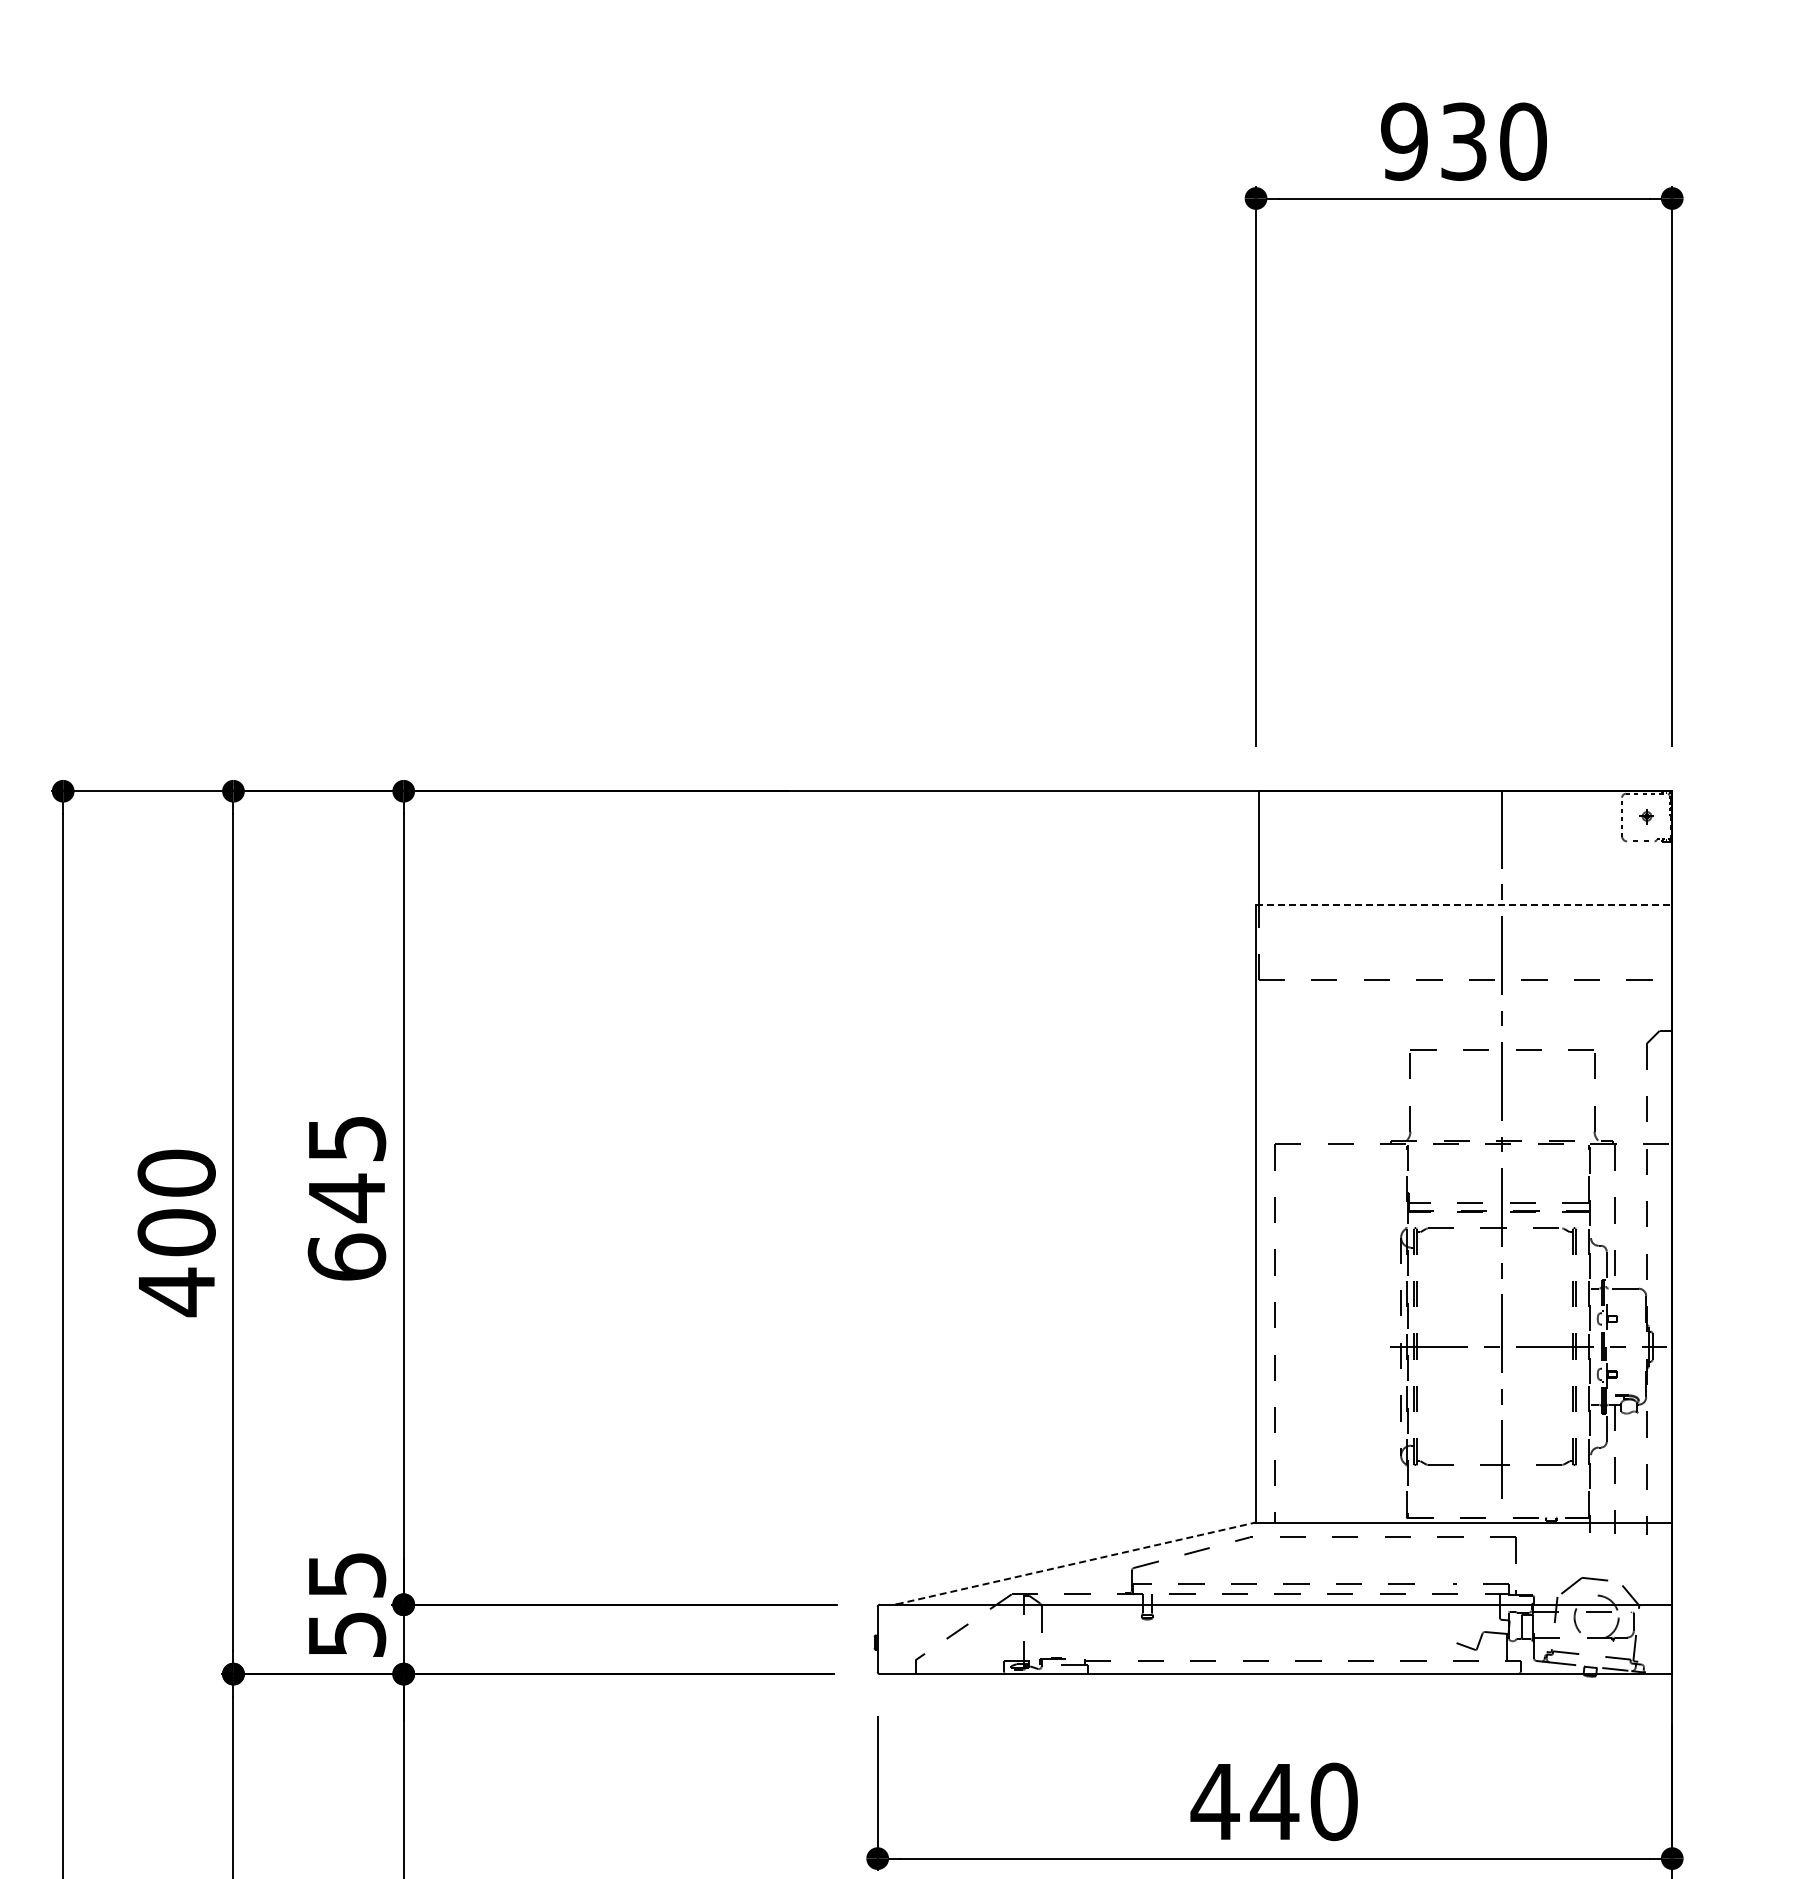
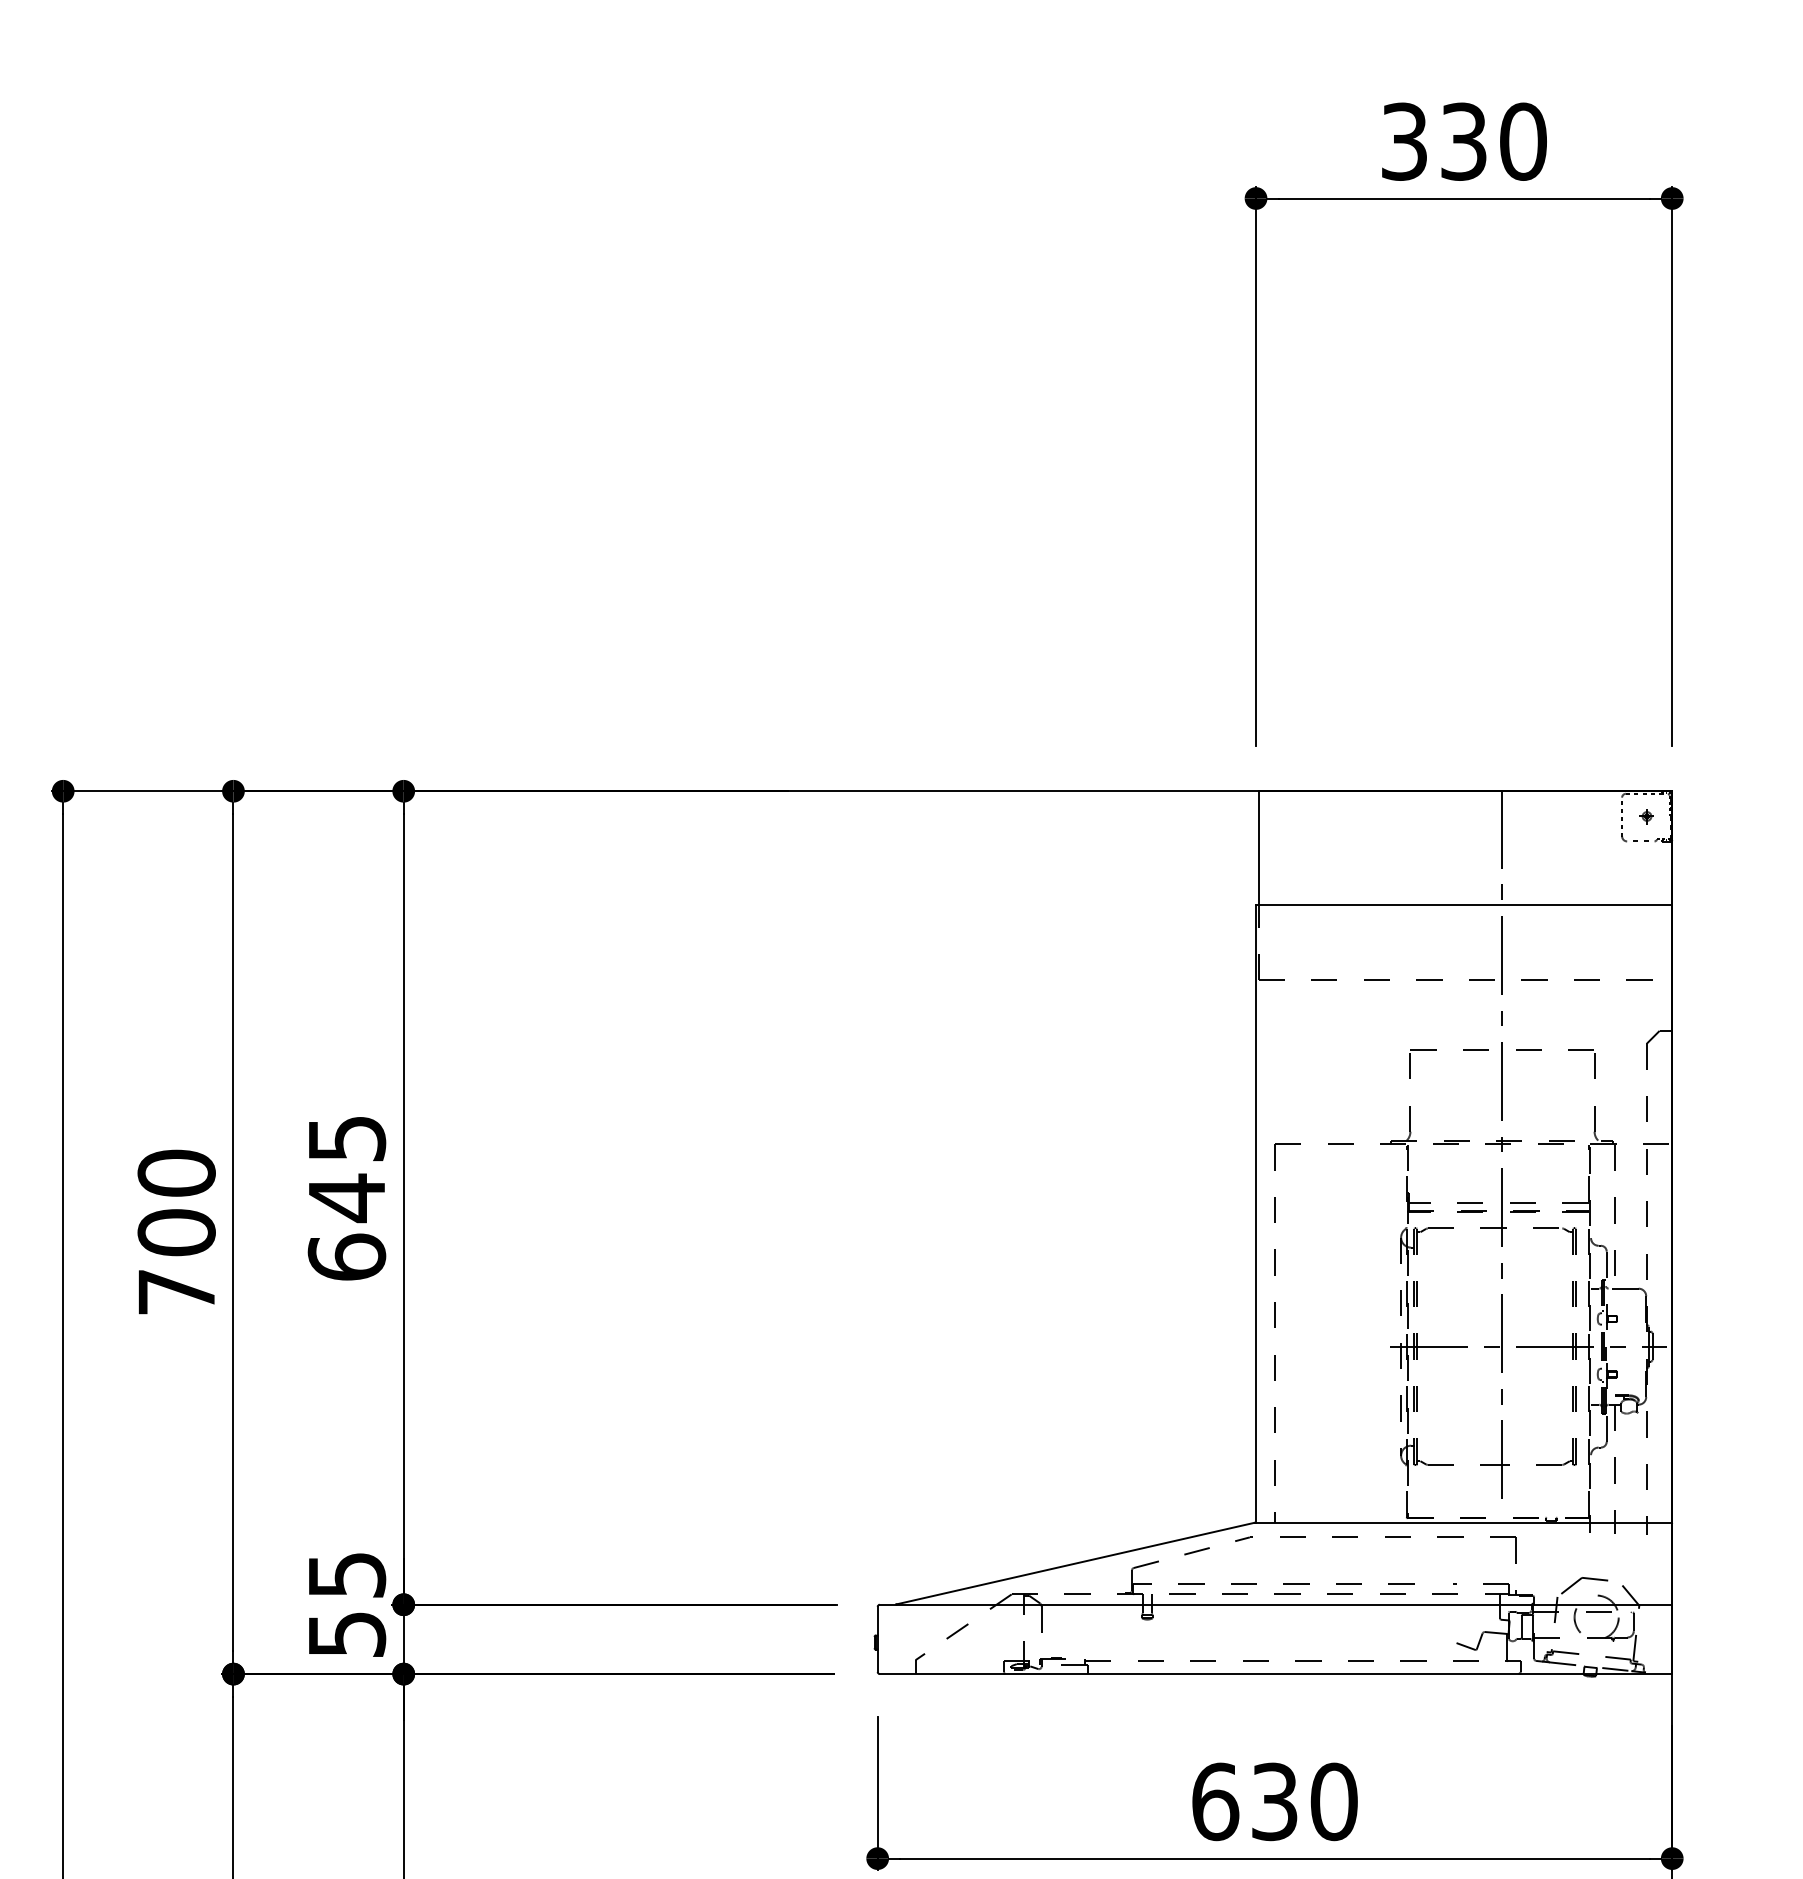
text at (1404, 141): 930 -> 330
line at (1464, 904): dashed -> solid
text at (176, 1292): 400 -> 700
line at (1075, 1563): dashed -> solid
text at (1244, 1801): 440 -> 630
